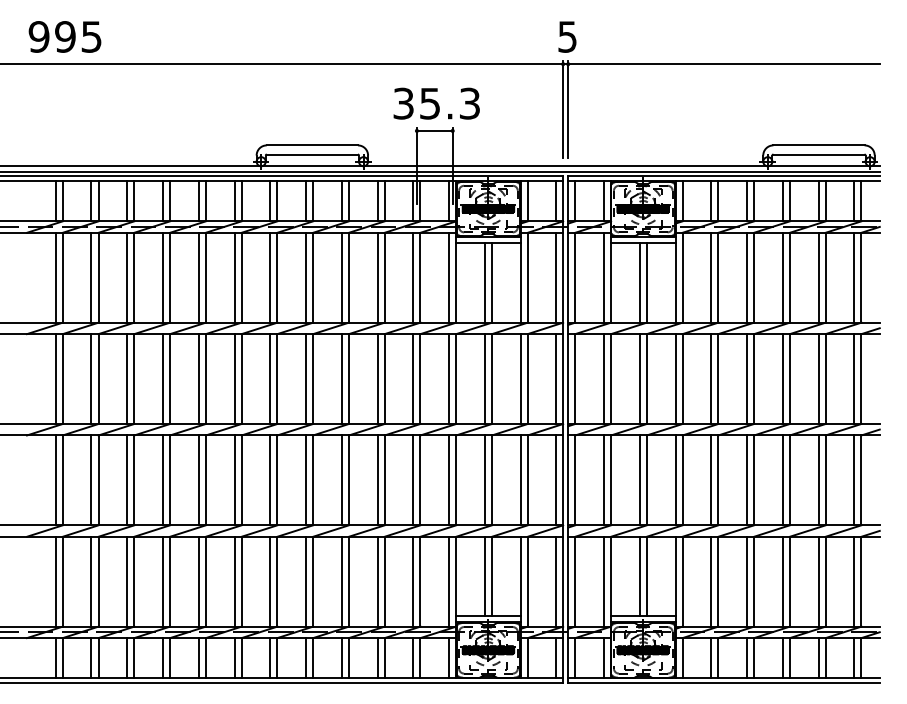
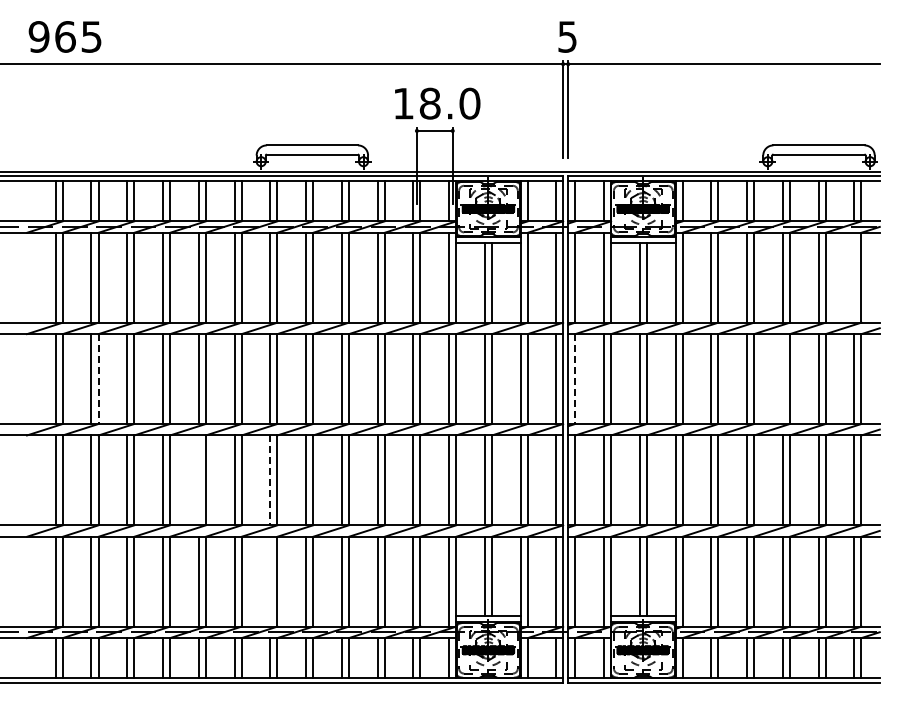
text at (65, 36): 995 -> 965
text at (436, 103): 35.3 -> 18.0
line at (440, 166): present -> none
line at (854, 277): present -> none
line at (782, 378): present -> none
line at (98, 379): solid -> dashed
line at (575, 379): solid -> dashed
line at (198, 480): present -> none
line at (270, 480): solid -> dashed
line at (270, 581): present -> none
